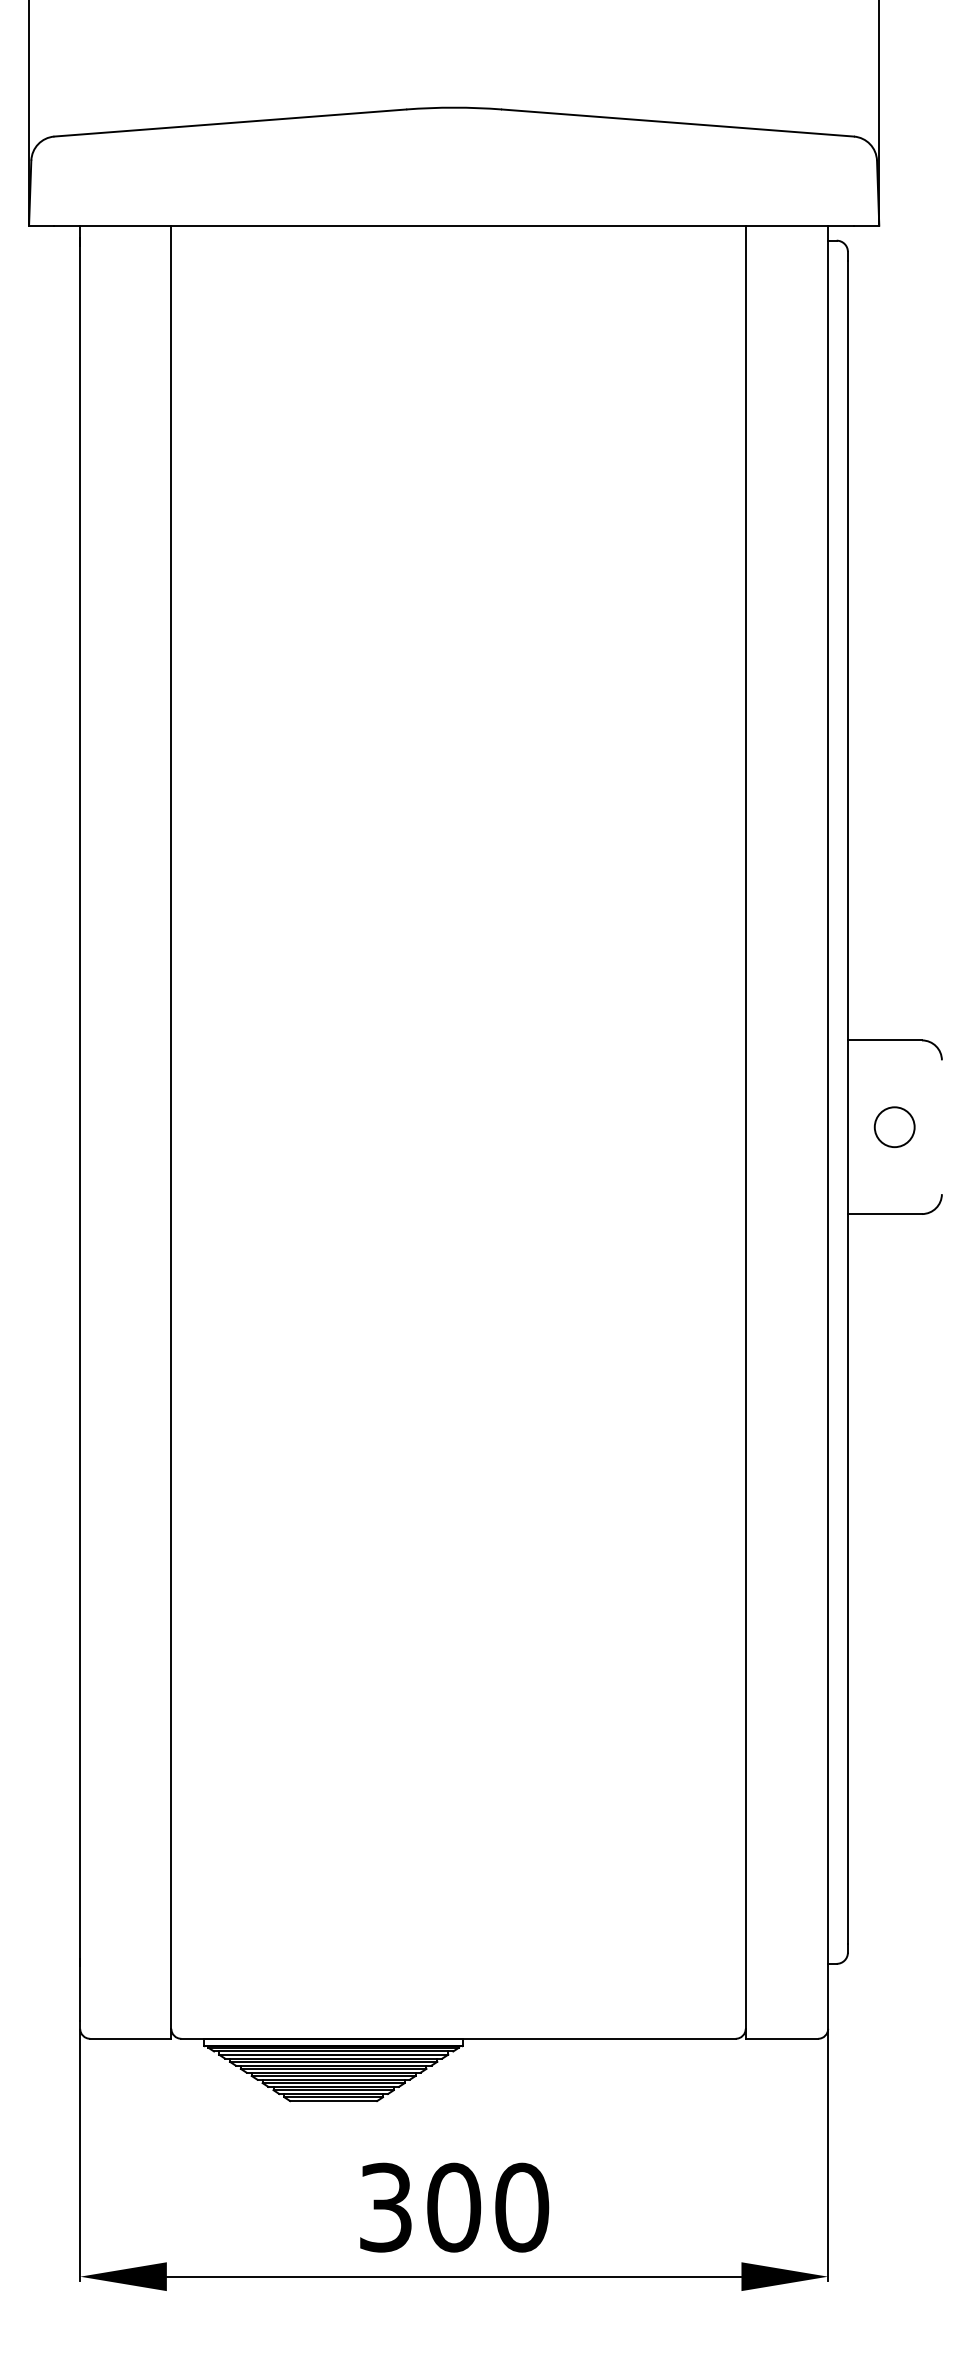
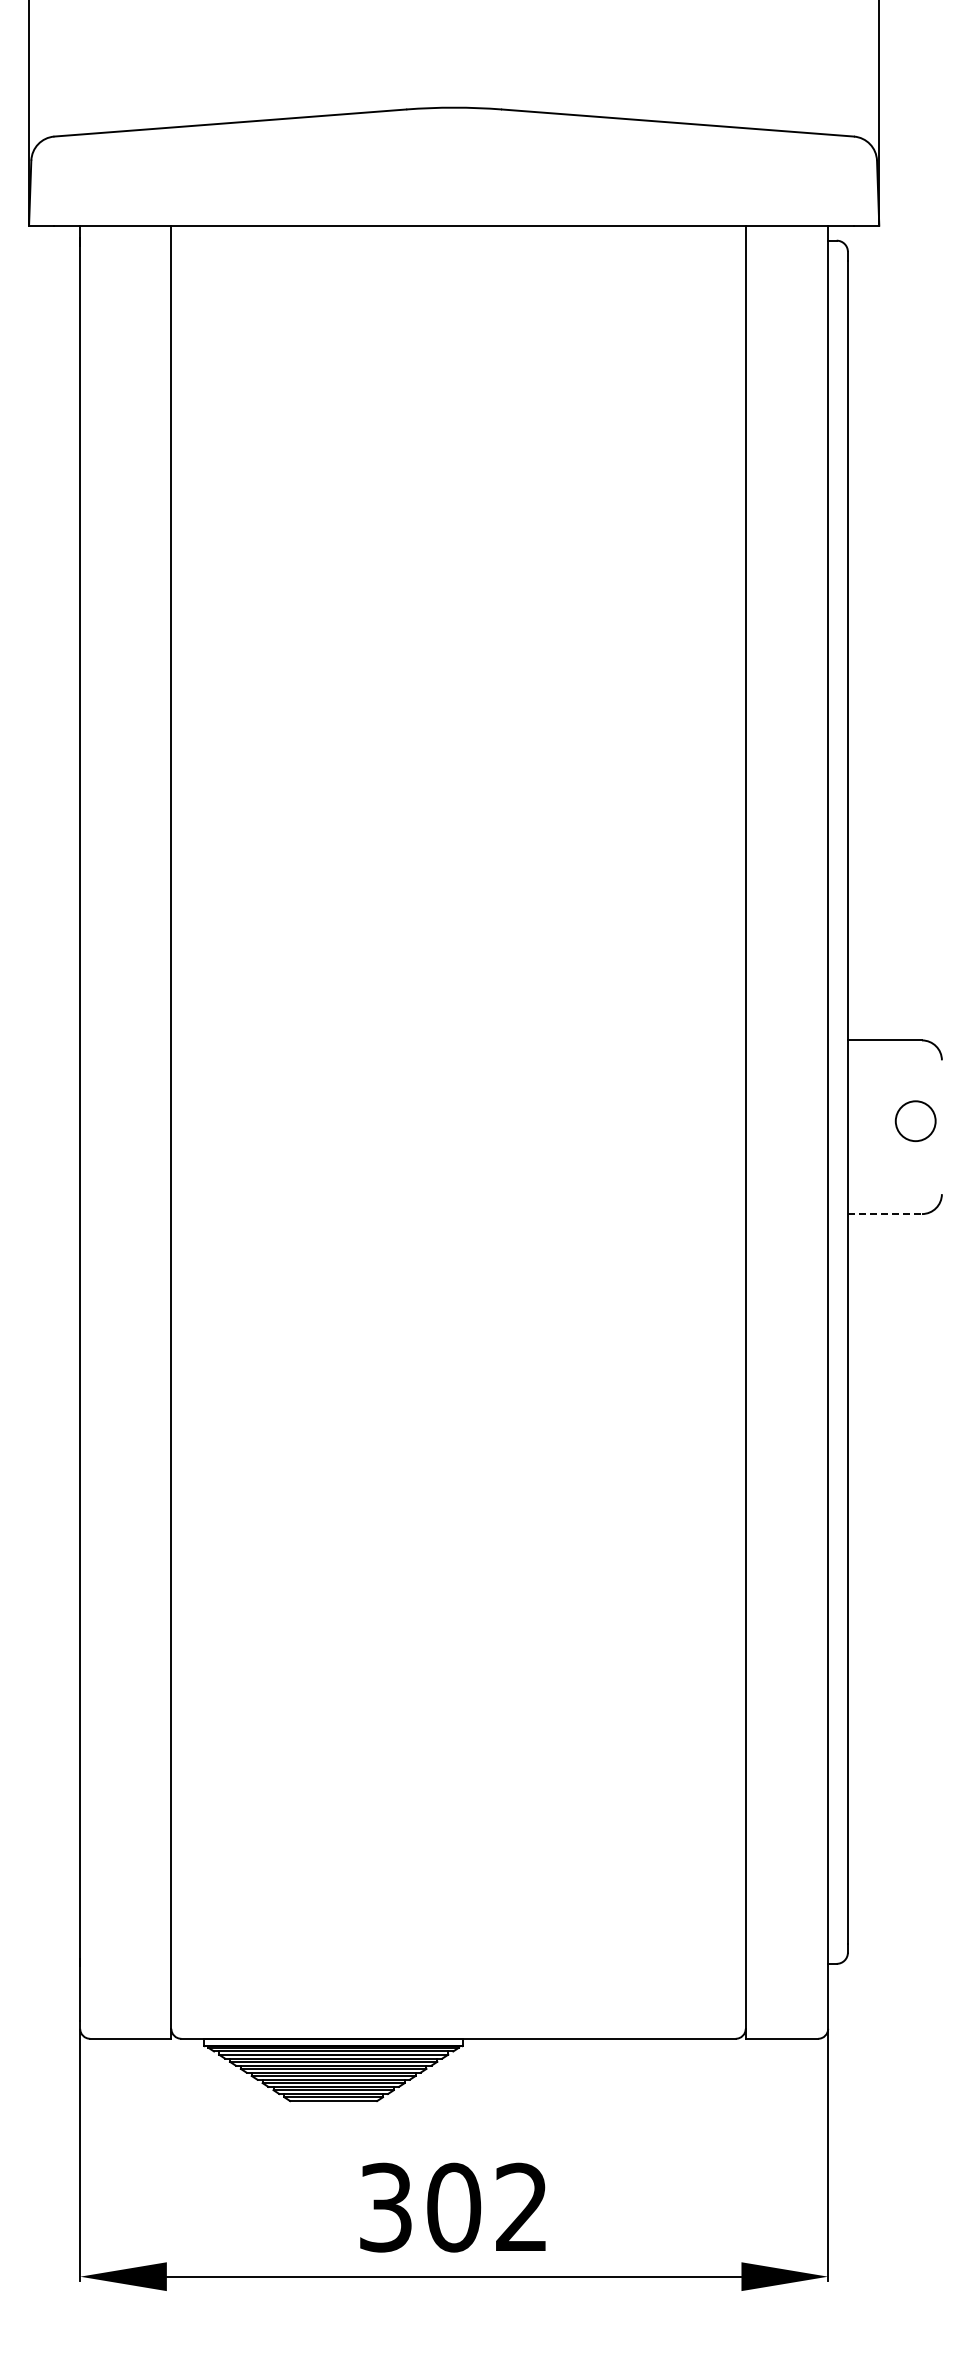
circle at (894, 1127) position: (894, 1127) -> (915, 1121)
line at (885, 1214): solid -> dashed
text at (522, 2207): 300 -> 302
